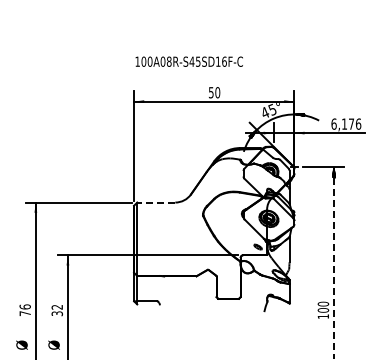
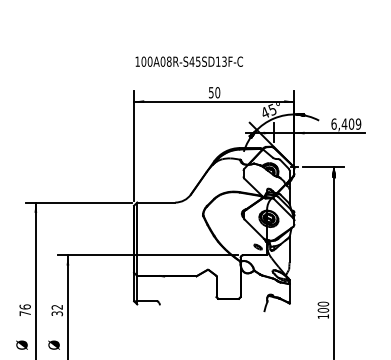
text at (224, 61): 100A08R-S45SD16F-C -> 100A08R-S45SD13F-C
text at (351, 123): 6,176 -> 6,409
line at (155, 202): dashed -> solid
line at (334, 263): dashed -> solid
